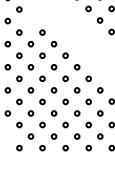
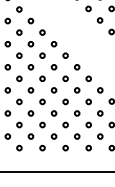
circle at (30, 20): none -> present
circle at (7, 136): none -> present
line at (56, 172): none -> present
